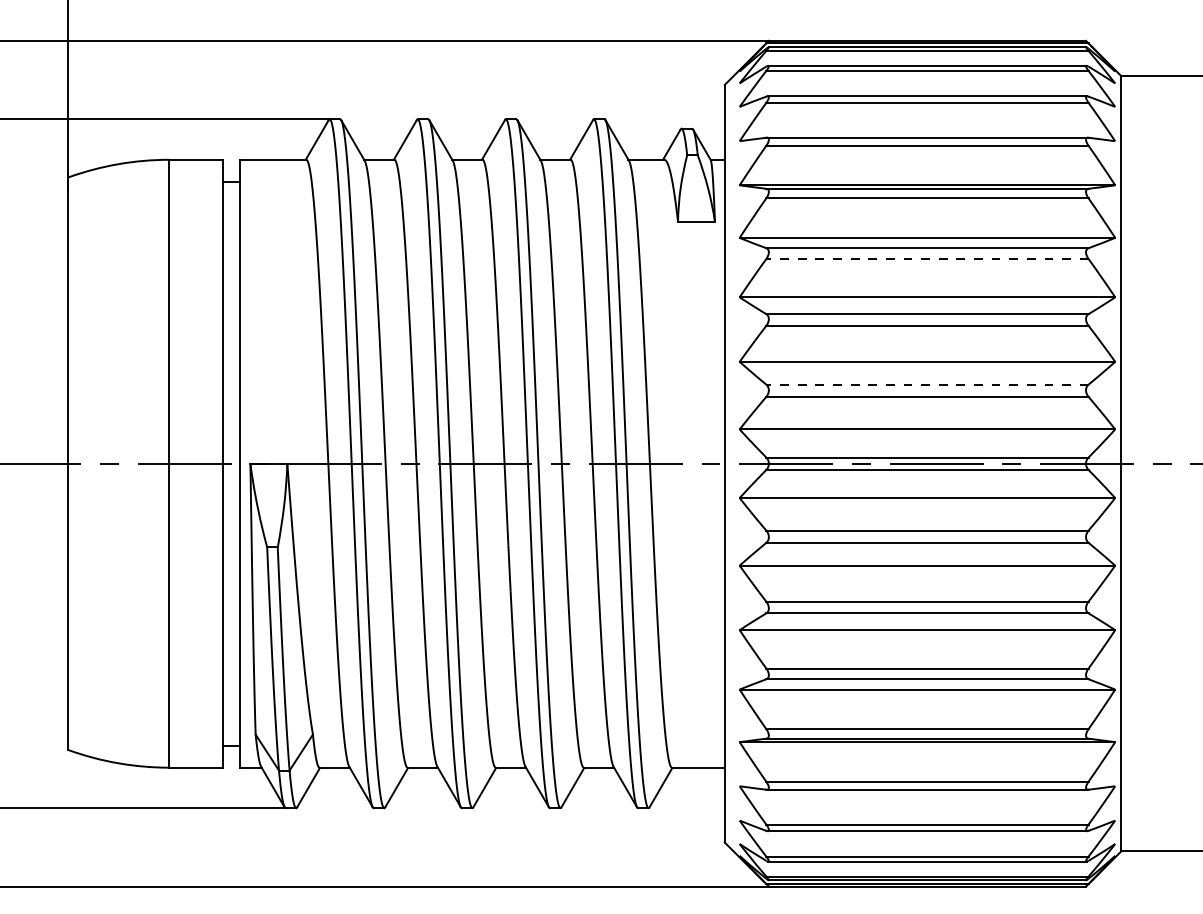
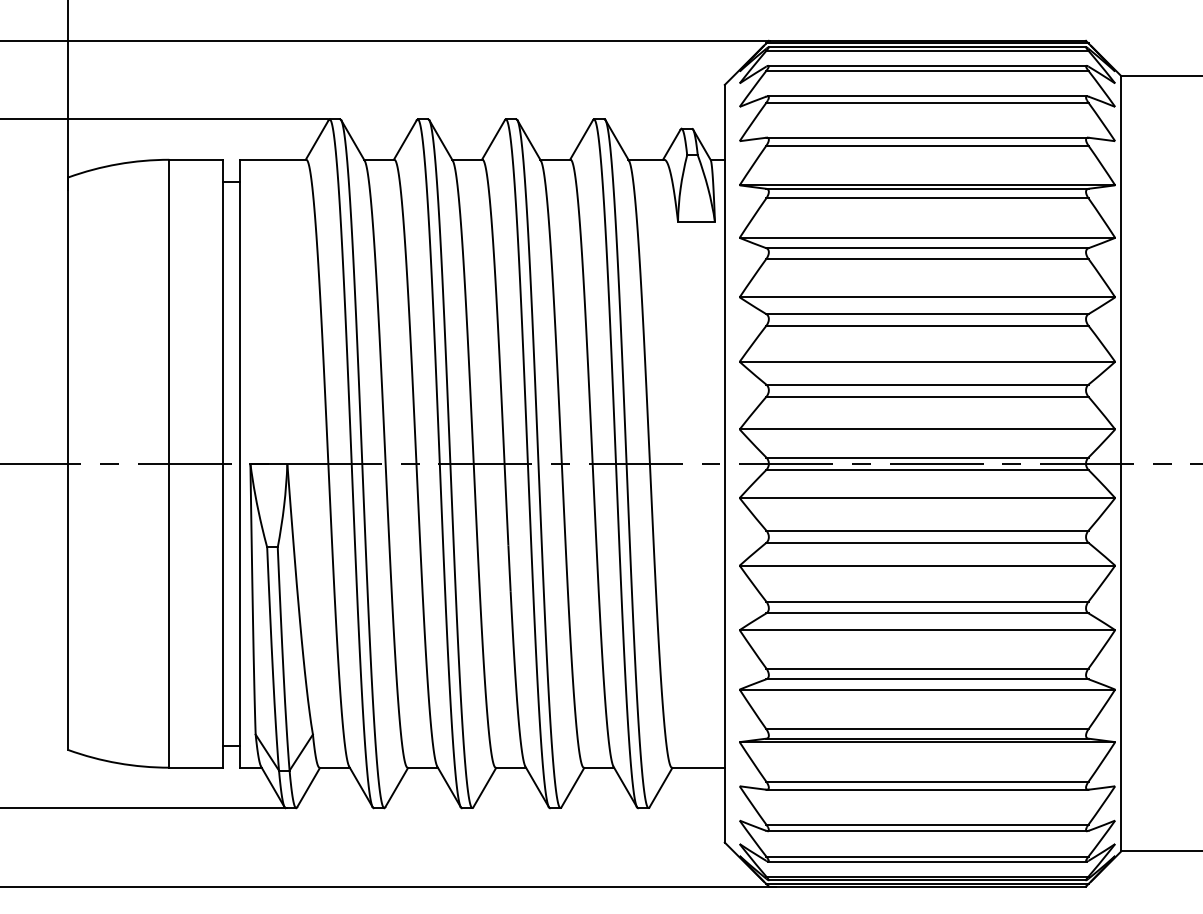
line at (926, 258): dashed -> solid
line at (926, 384): dashed -> solid
